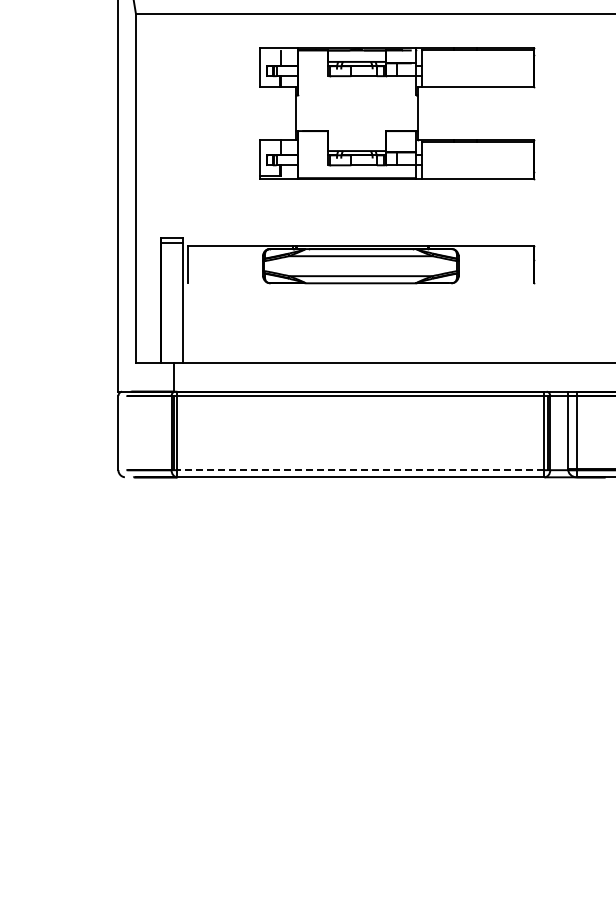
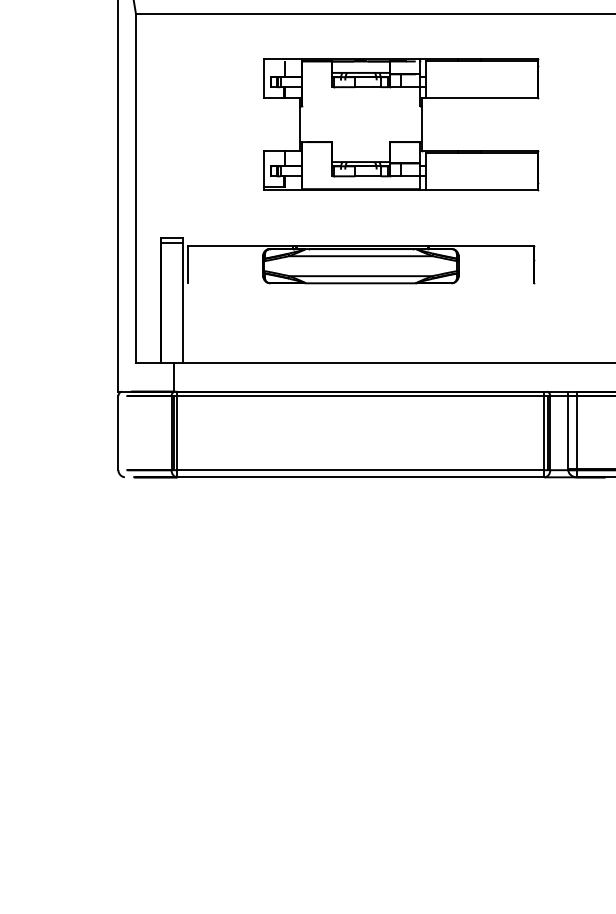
part at (397, 113) position: (397, 113) -> (401, 124)
line at (360, 470): dashed -> solid
